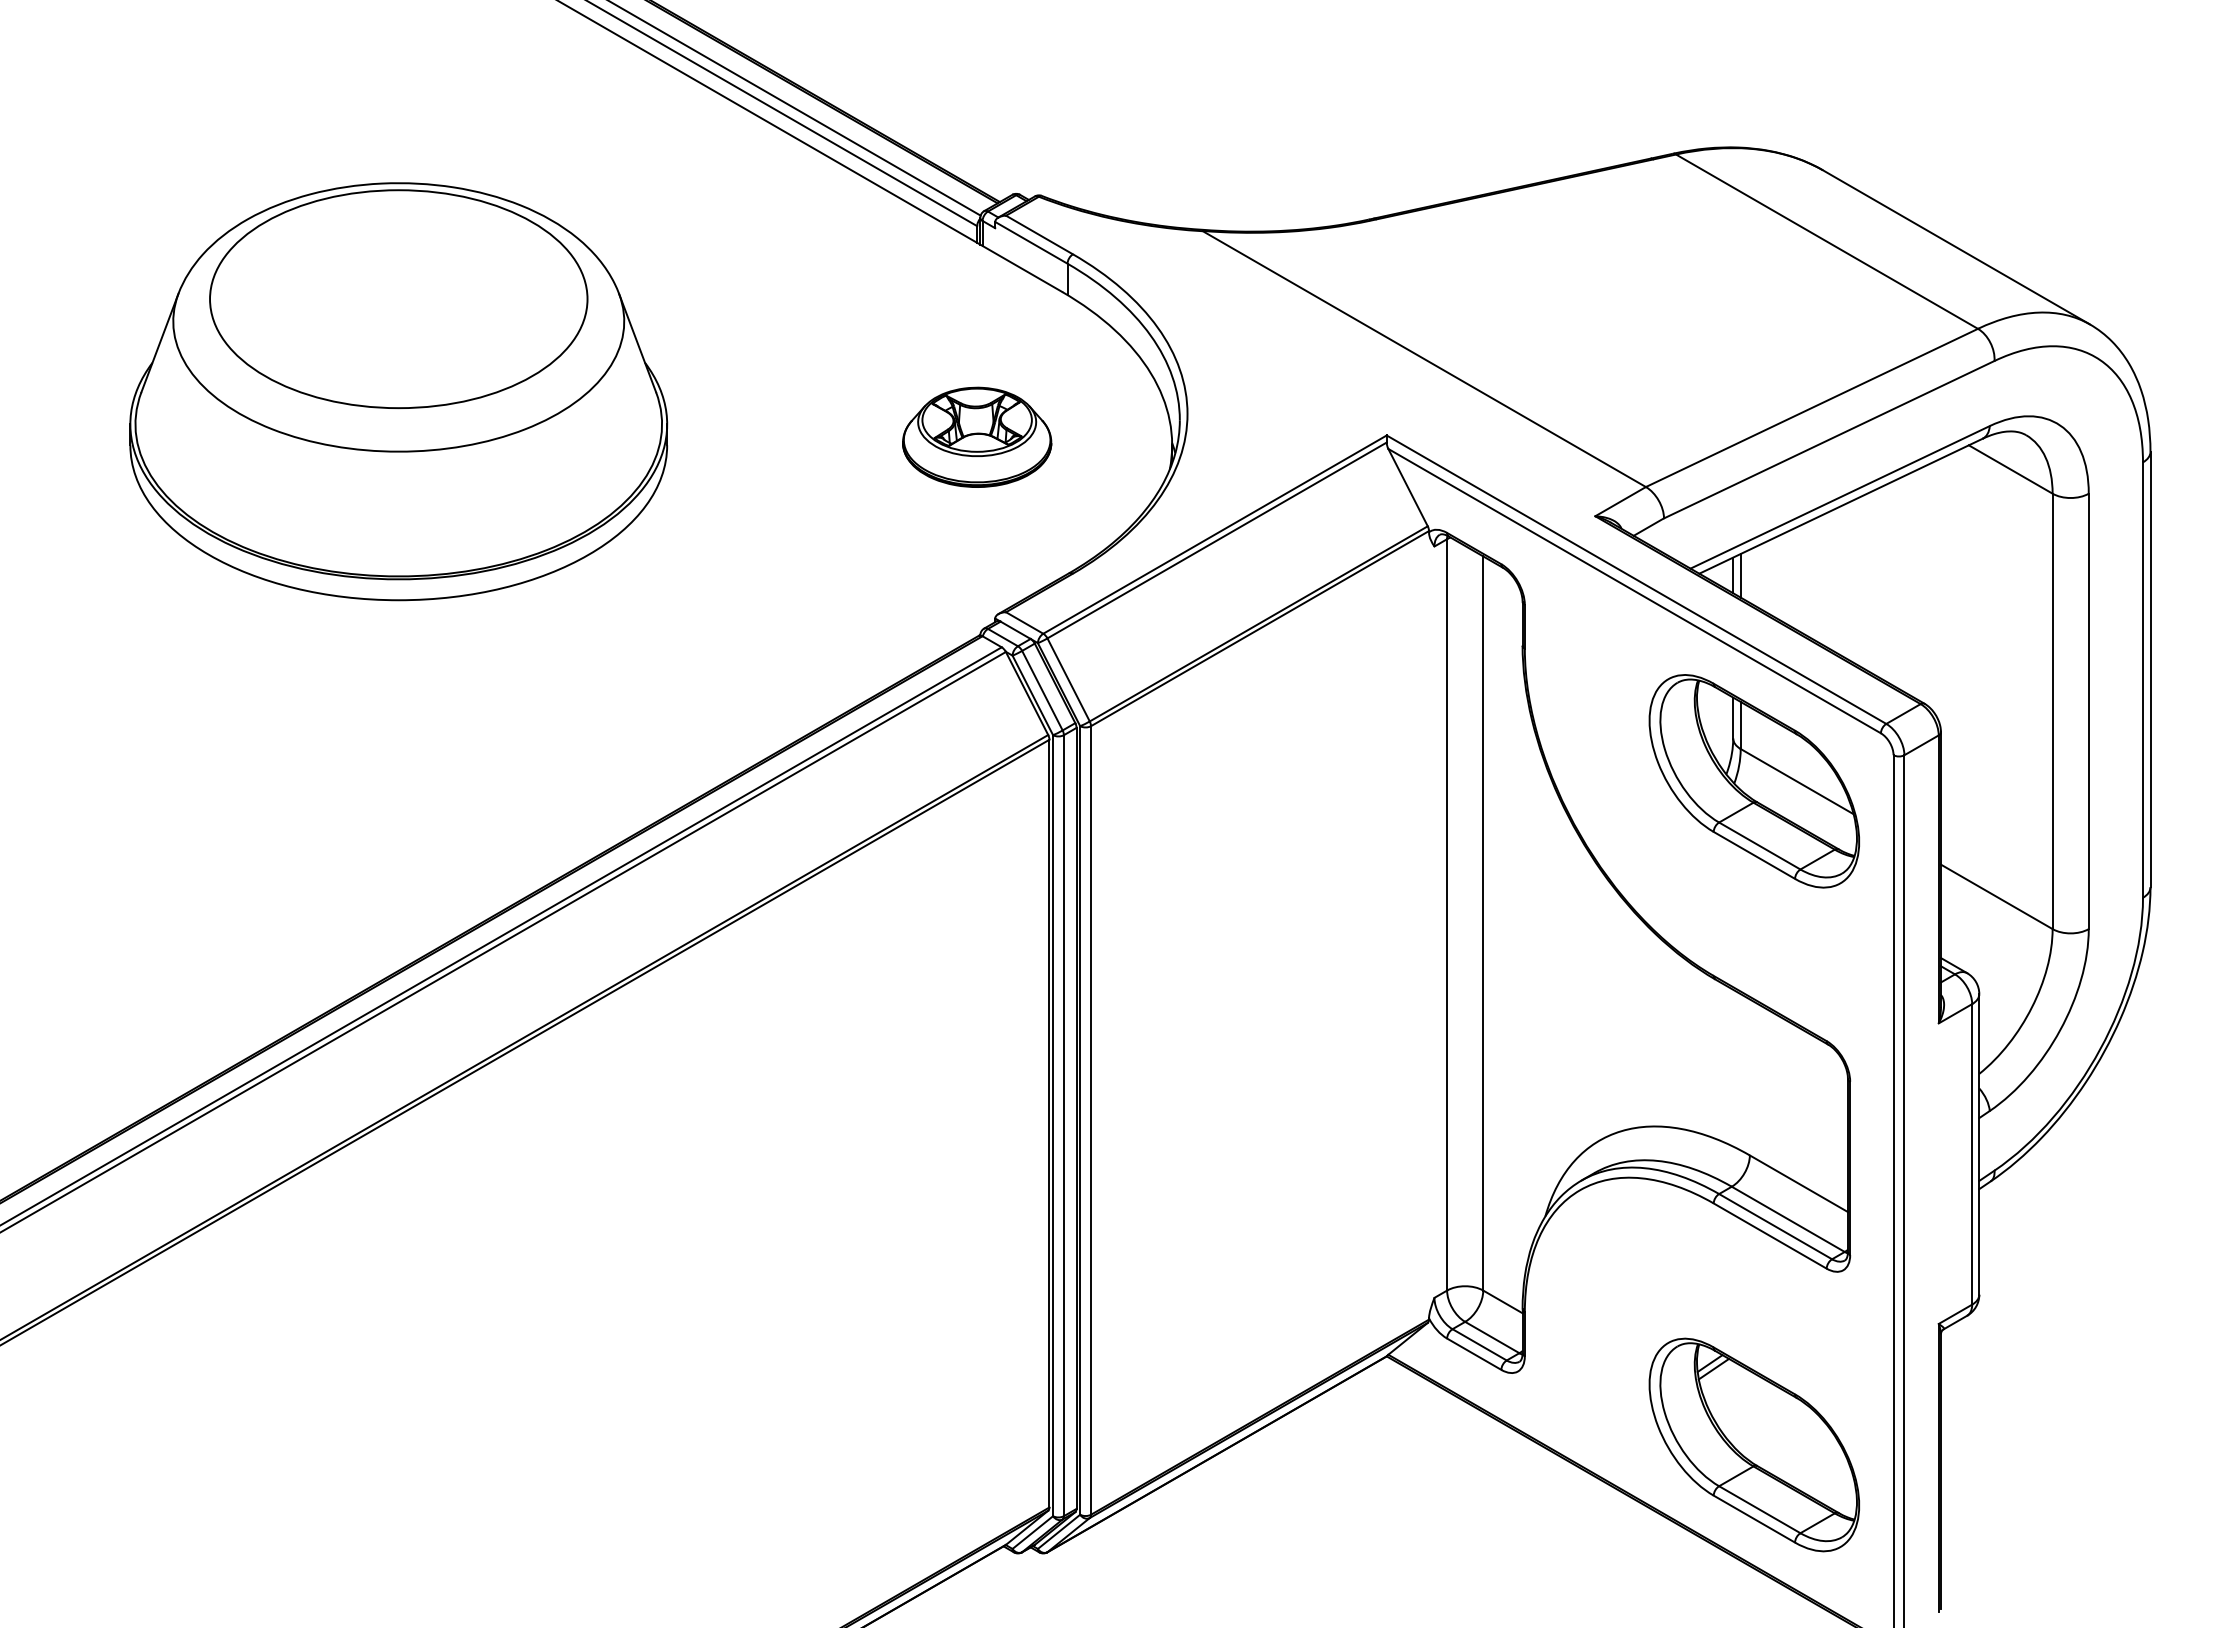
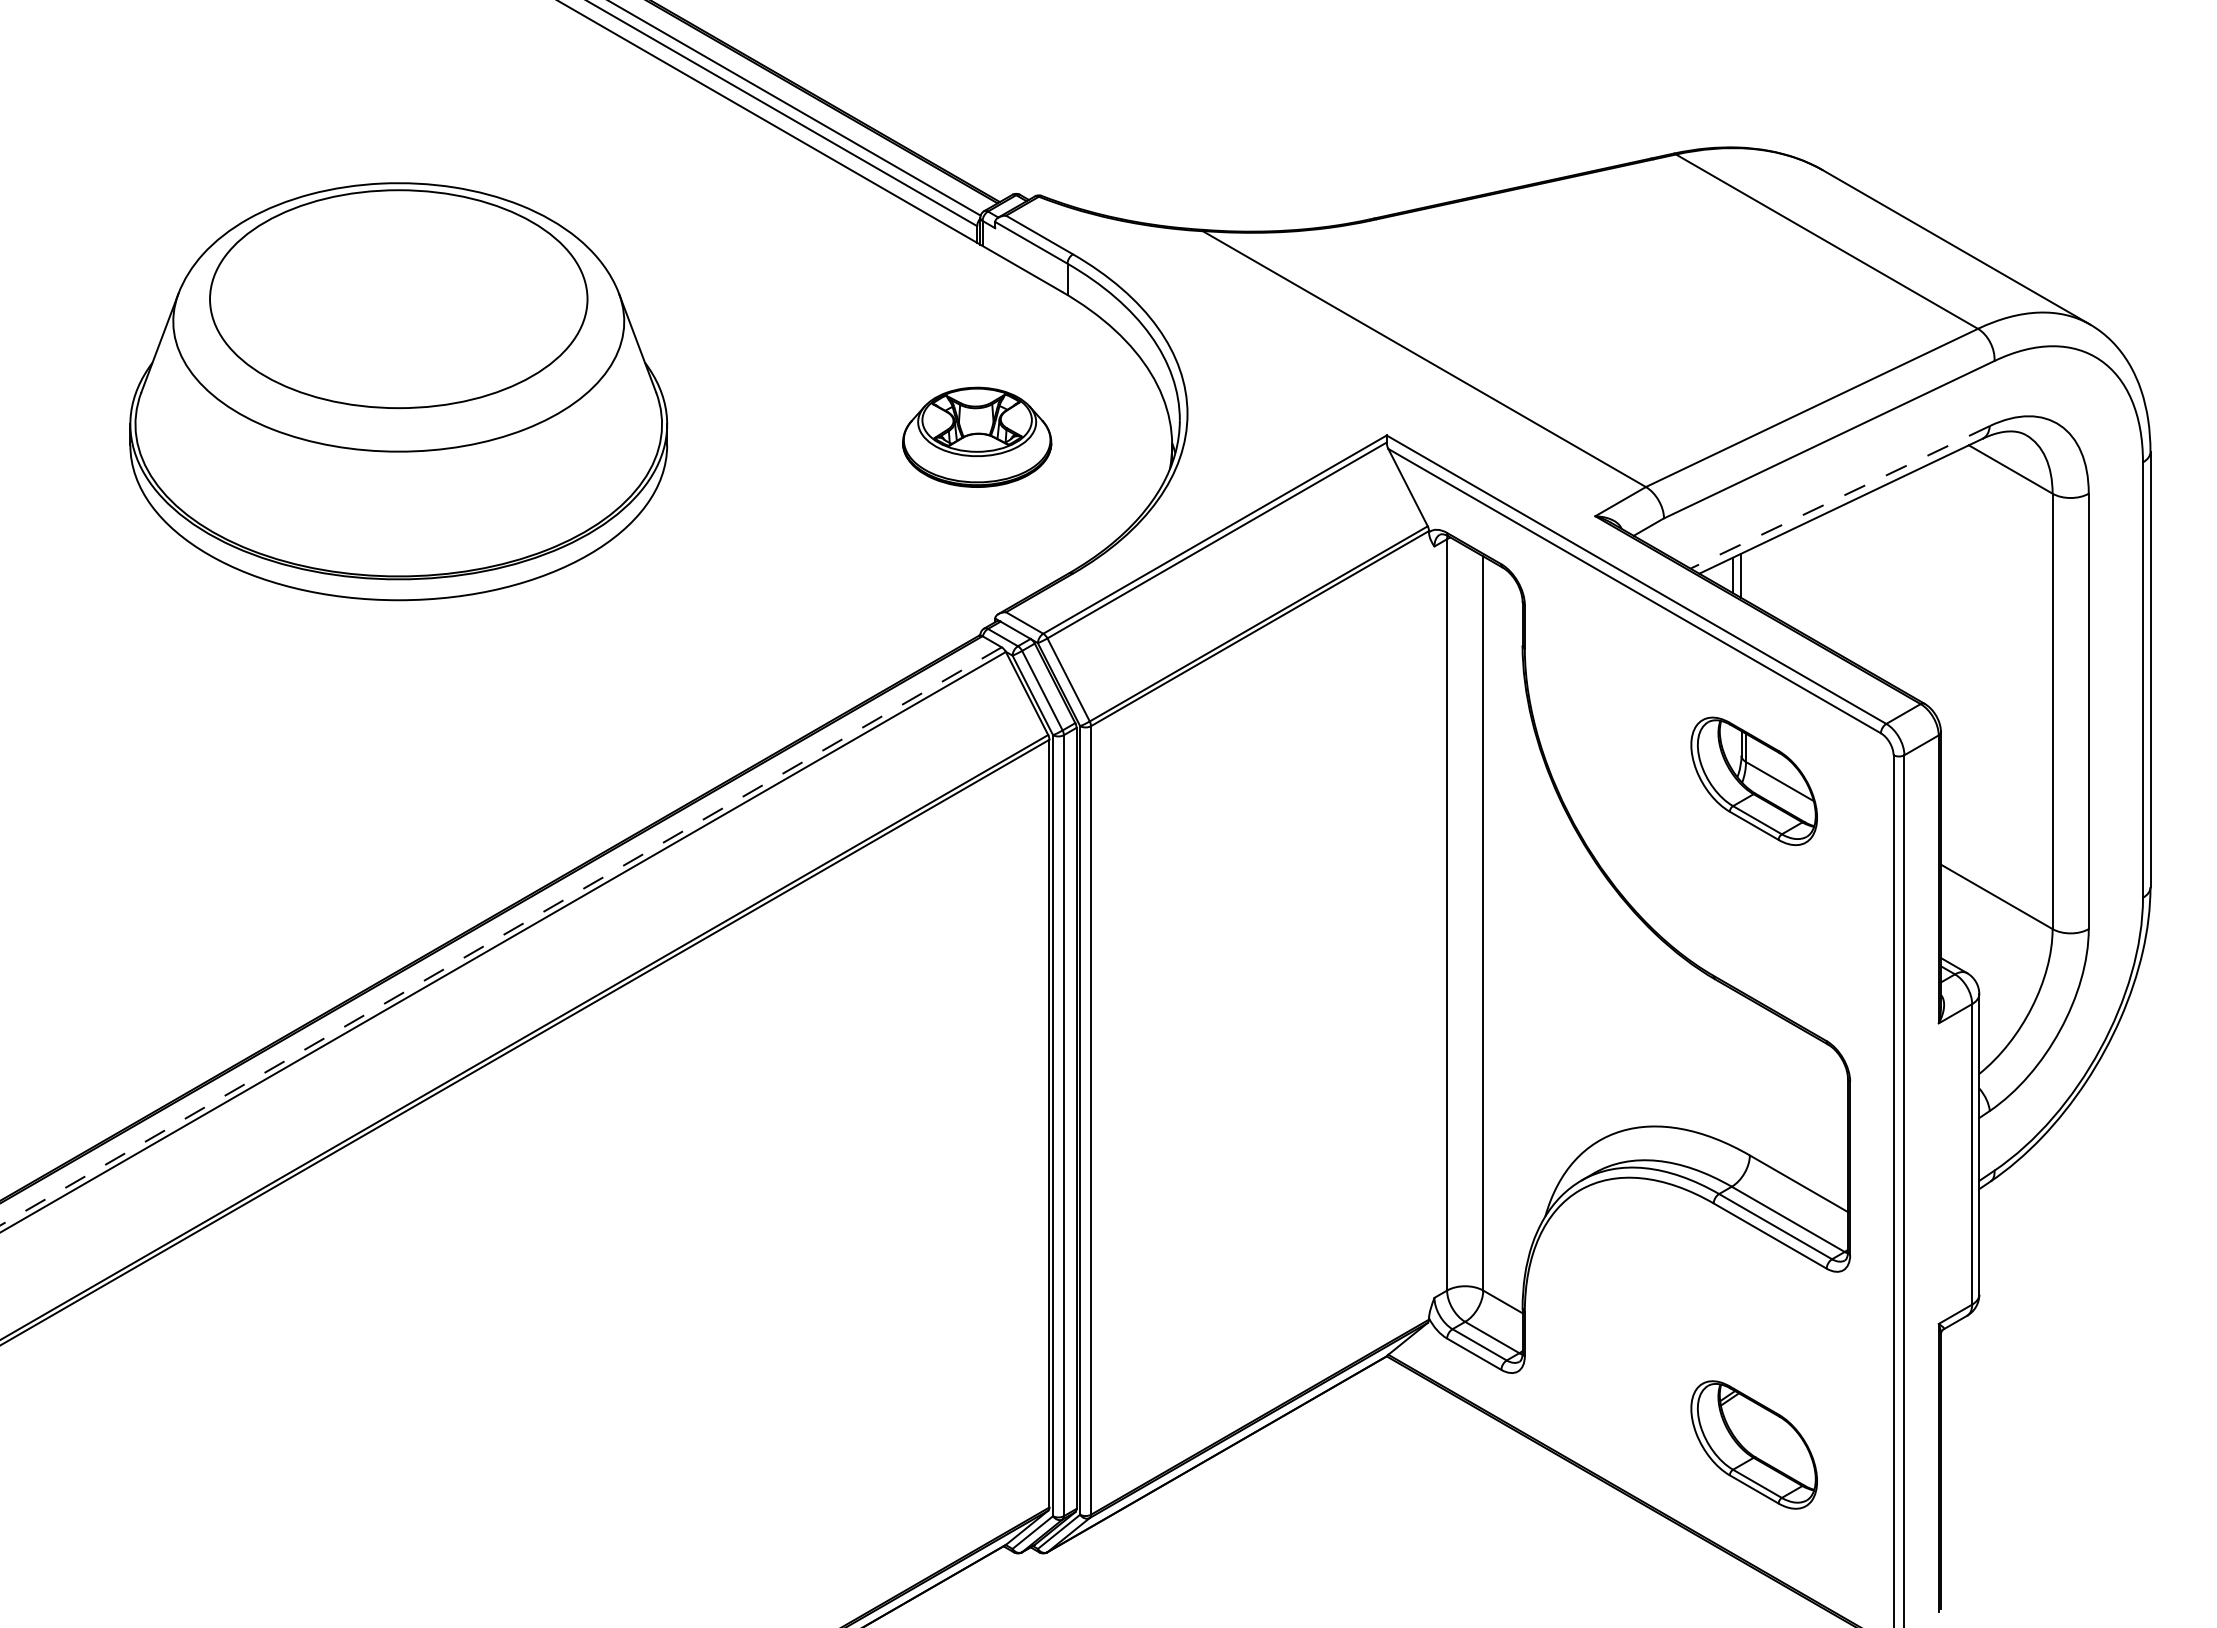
line at (1840, 497): solid -> dashed
part at (1753, 781) size: 212x215 px -> 128x131 px
line at (501, 936): solid -> dashed
part at (1753, 1444) size: 212x216 px -> 128x130 px
